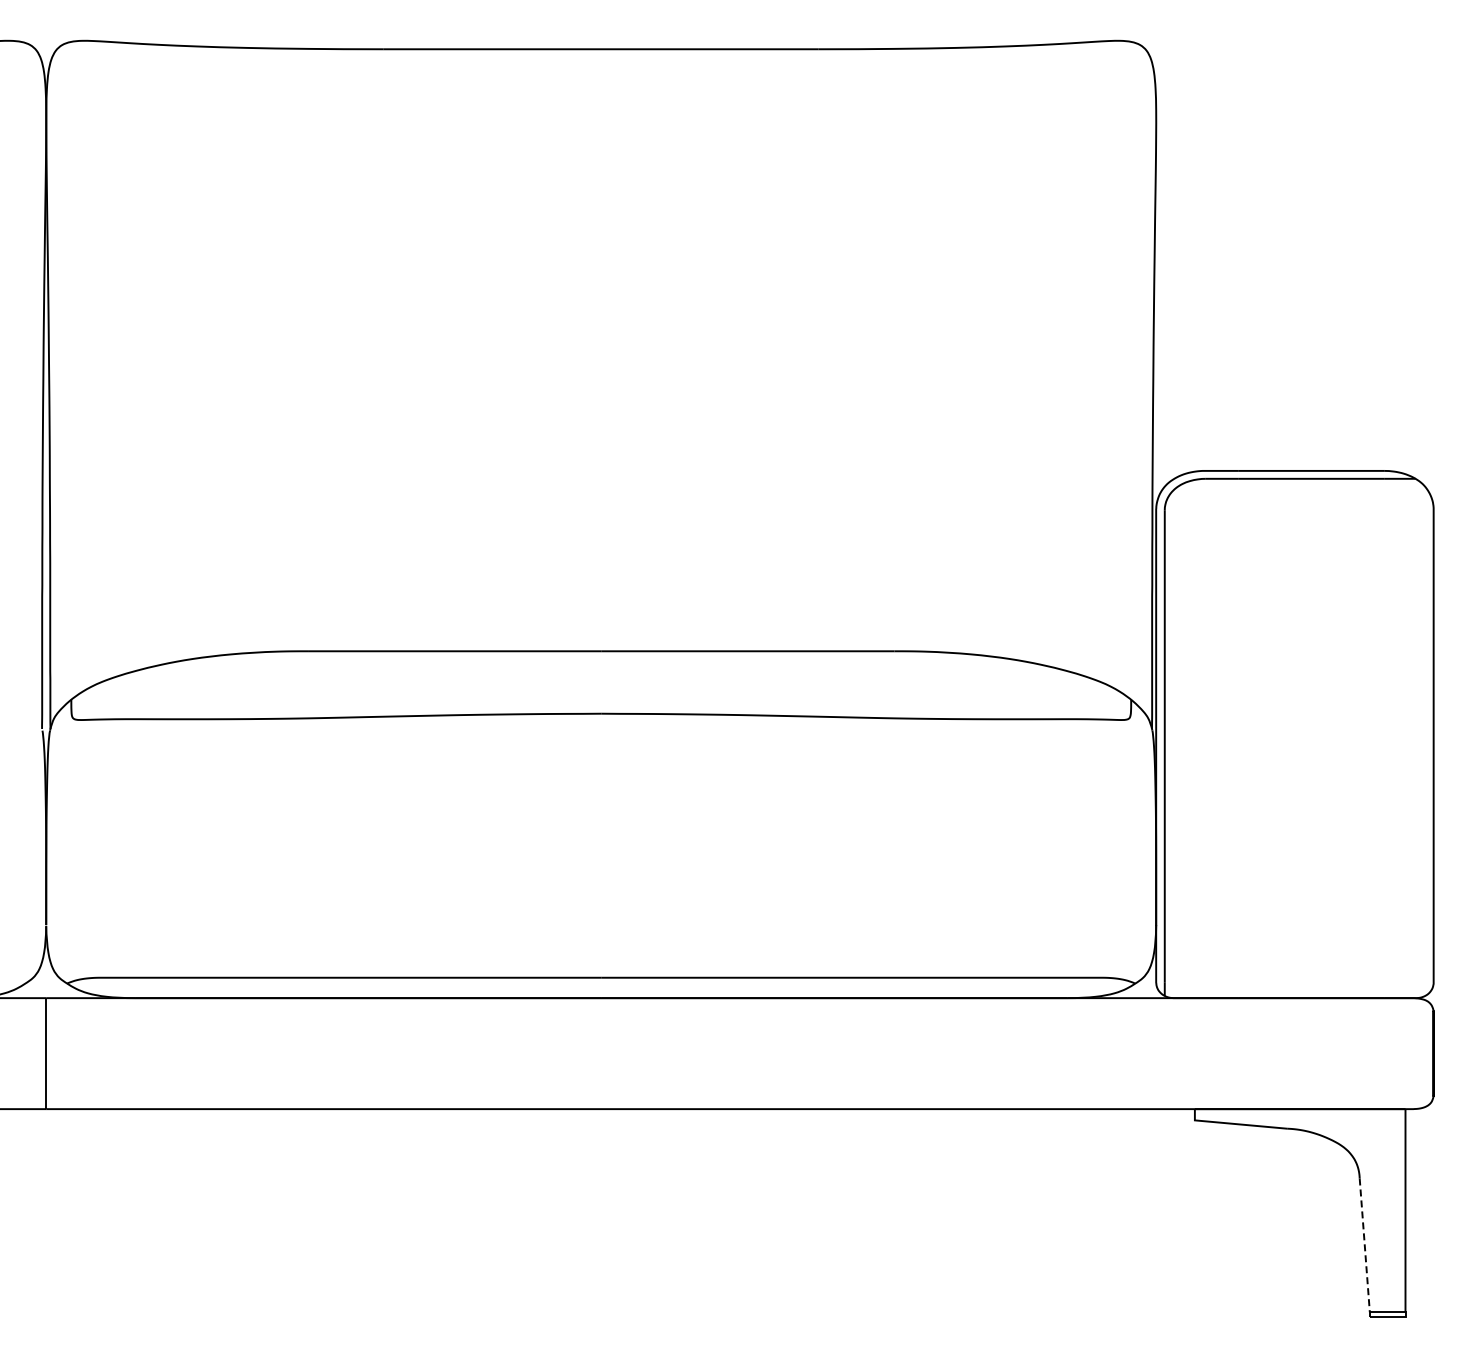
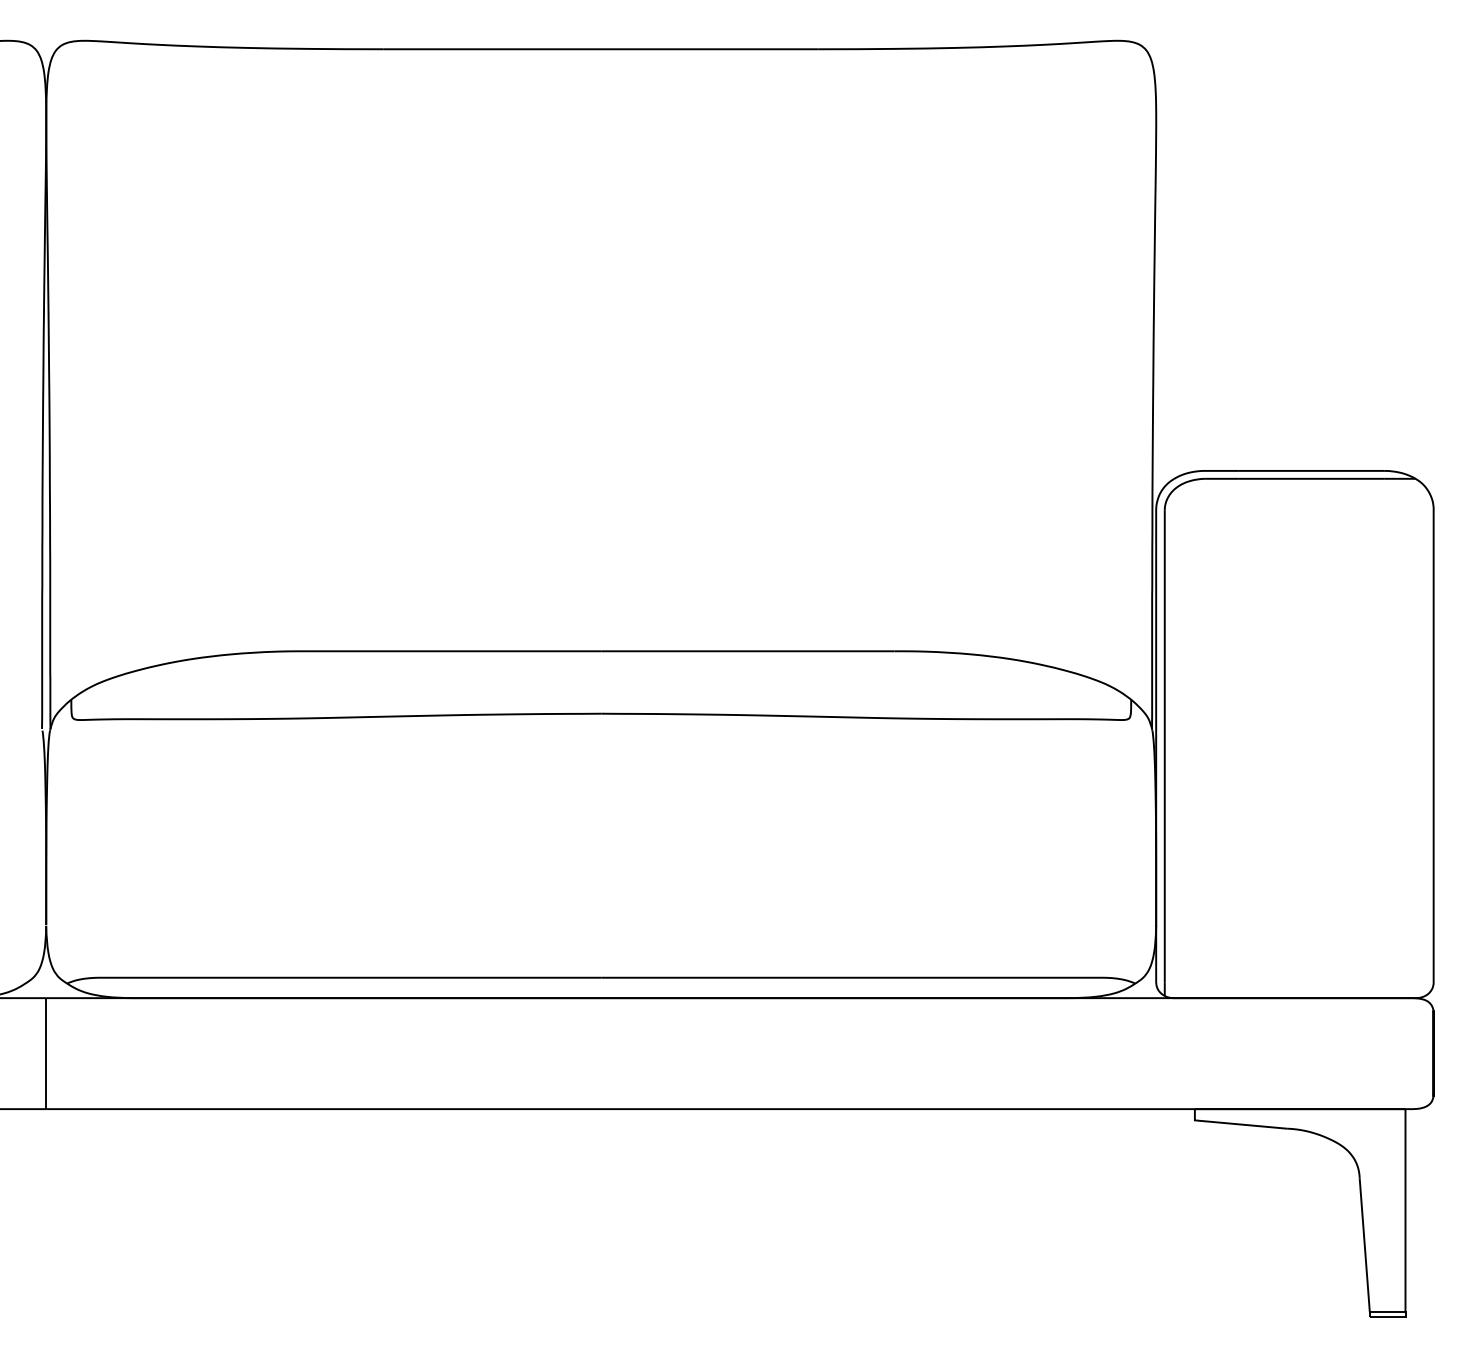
line at (1364, 1245): dashed -> solid
